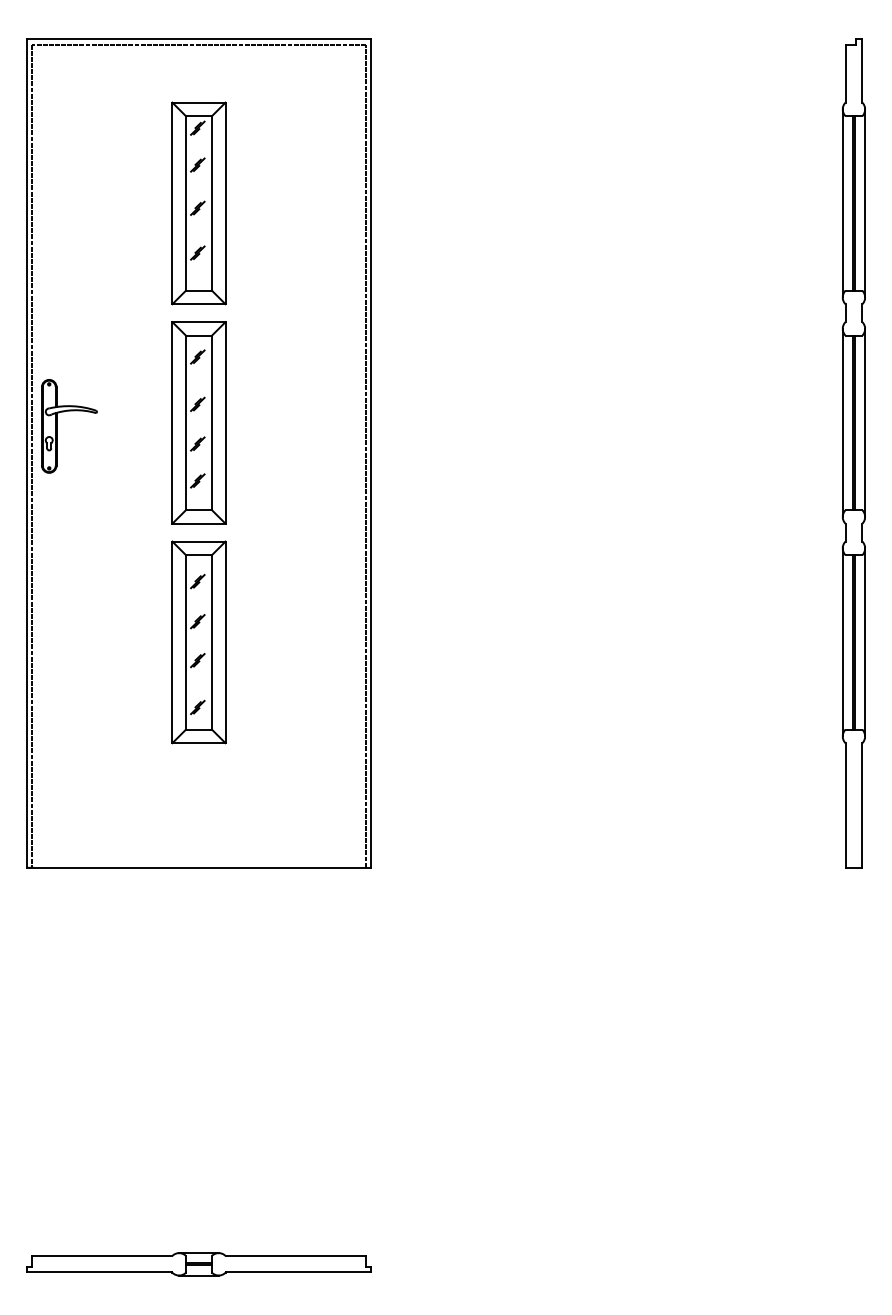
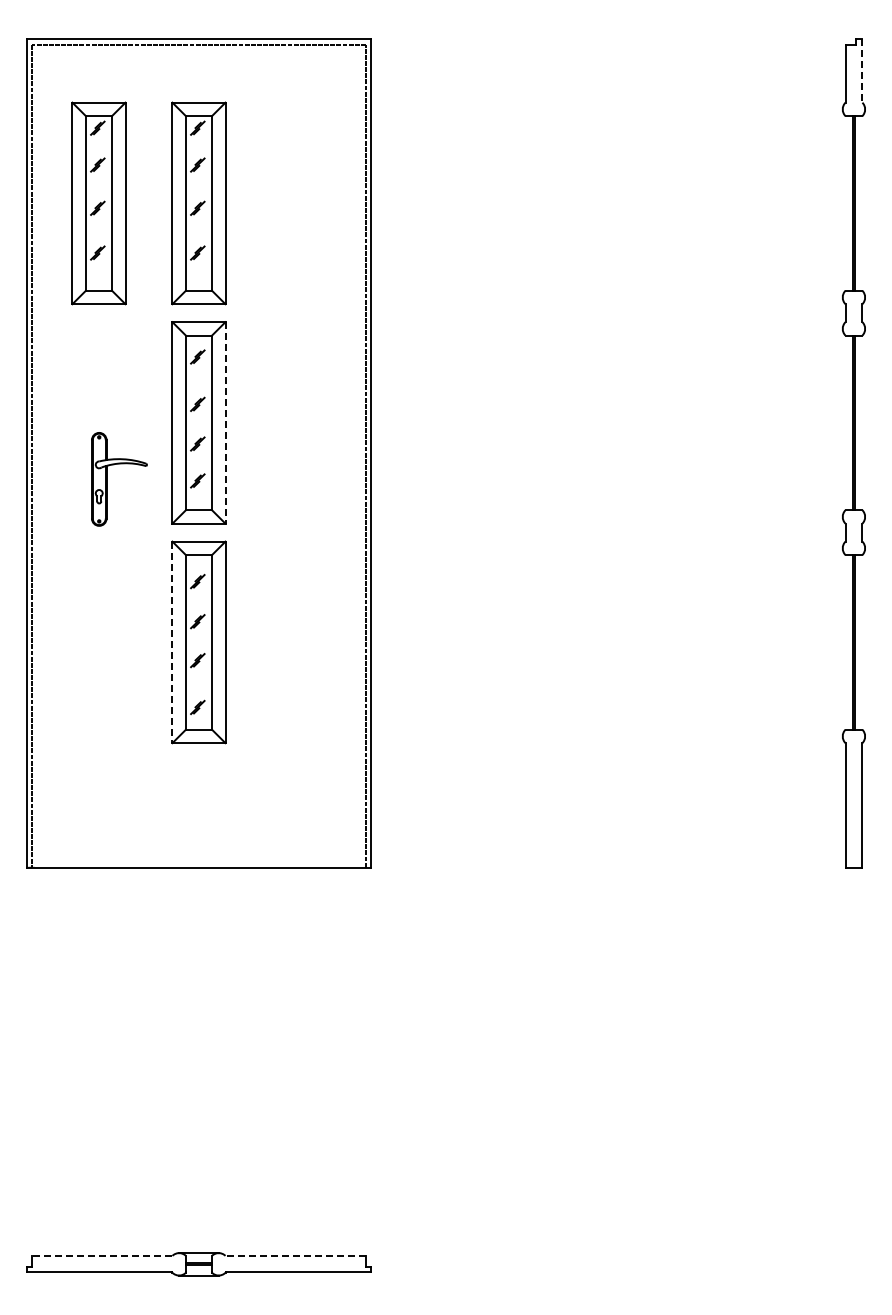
line at (862, 71): solid -> dashed
part at (98, 203): none -> present
line at (842, 203): present -> none
line at (865, 203): present -> none
line at (225, 422): solid -> dashed
line at (842, 422): present -> none
line at (865, 422): present -> none
part at (57, 426) position: (57, 426) -> (107, 479)
line at (172, 642): solid -> dashed
line at (842, 642): present -> none
line at (865, 642): present -> none
line at (101, 1256): solid -> dashed
line at (295, 1256): solid -> dashed
